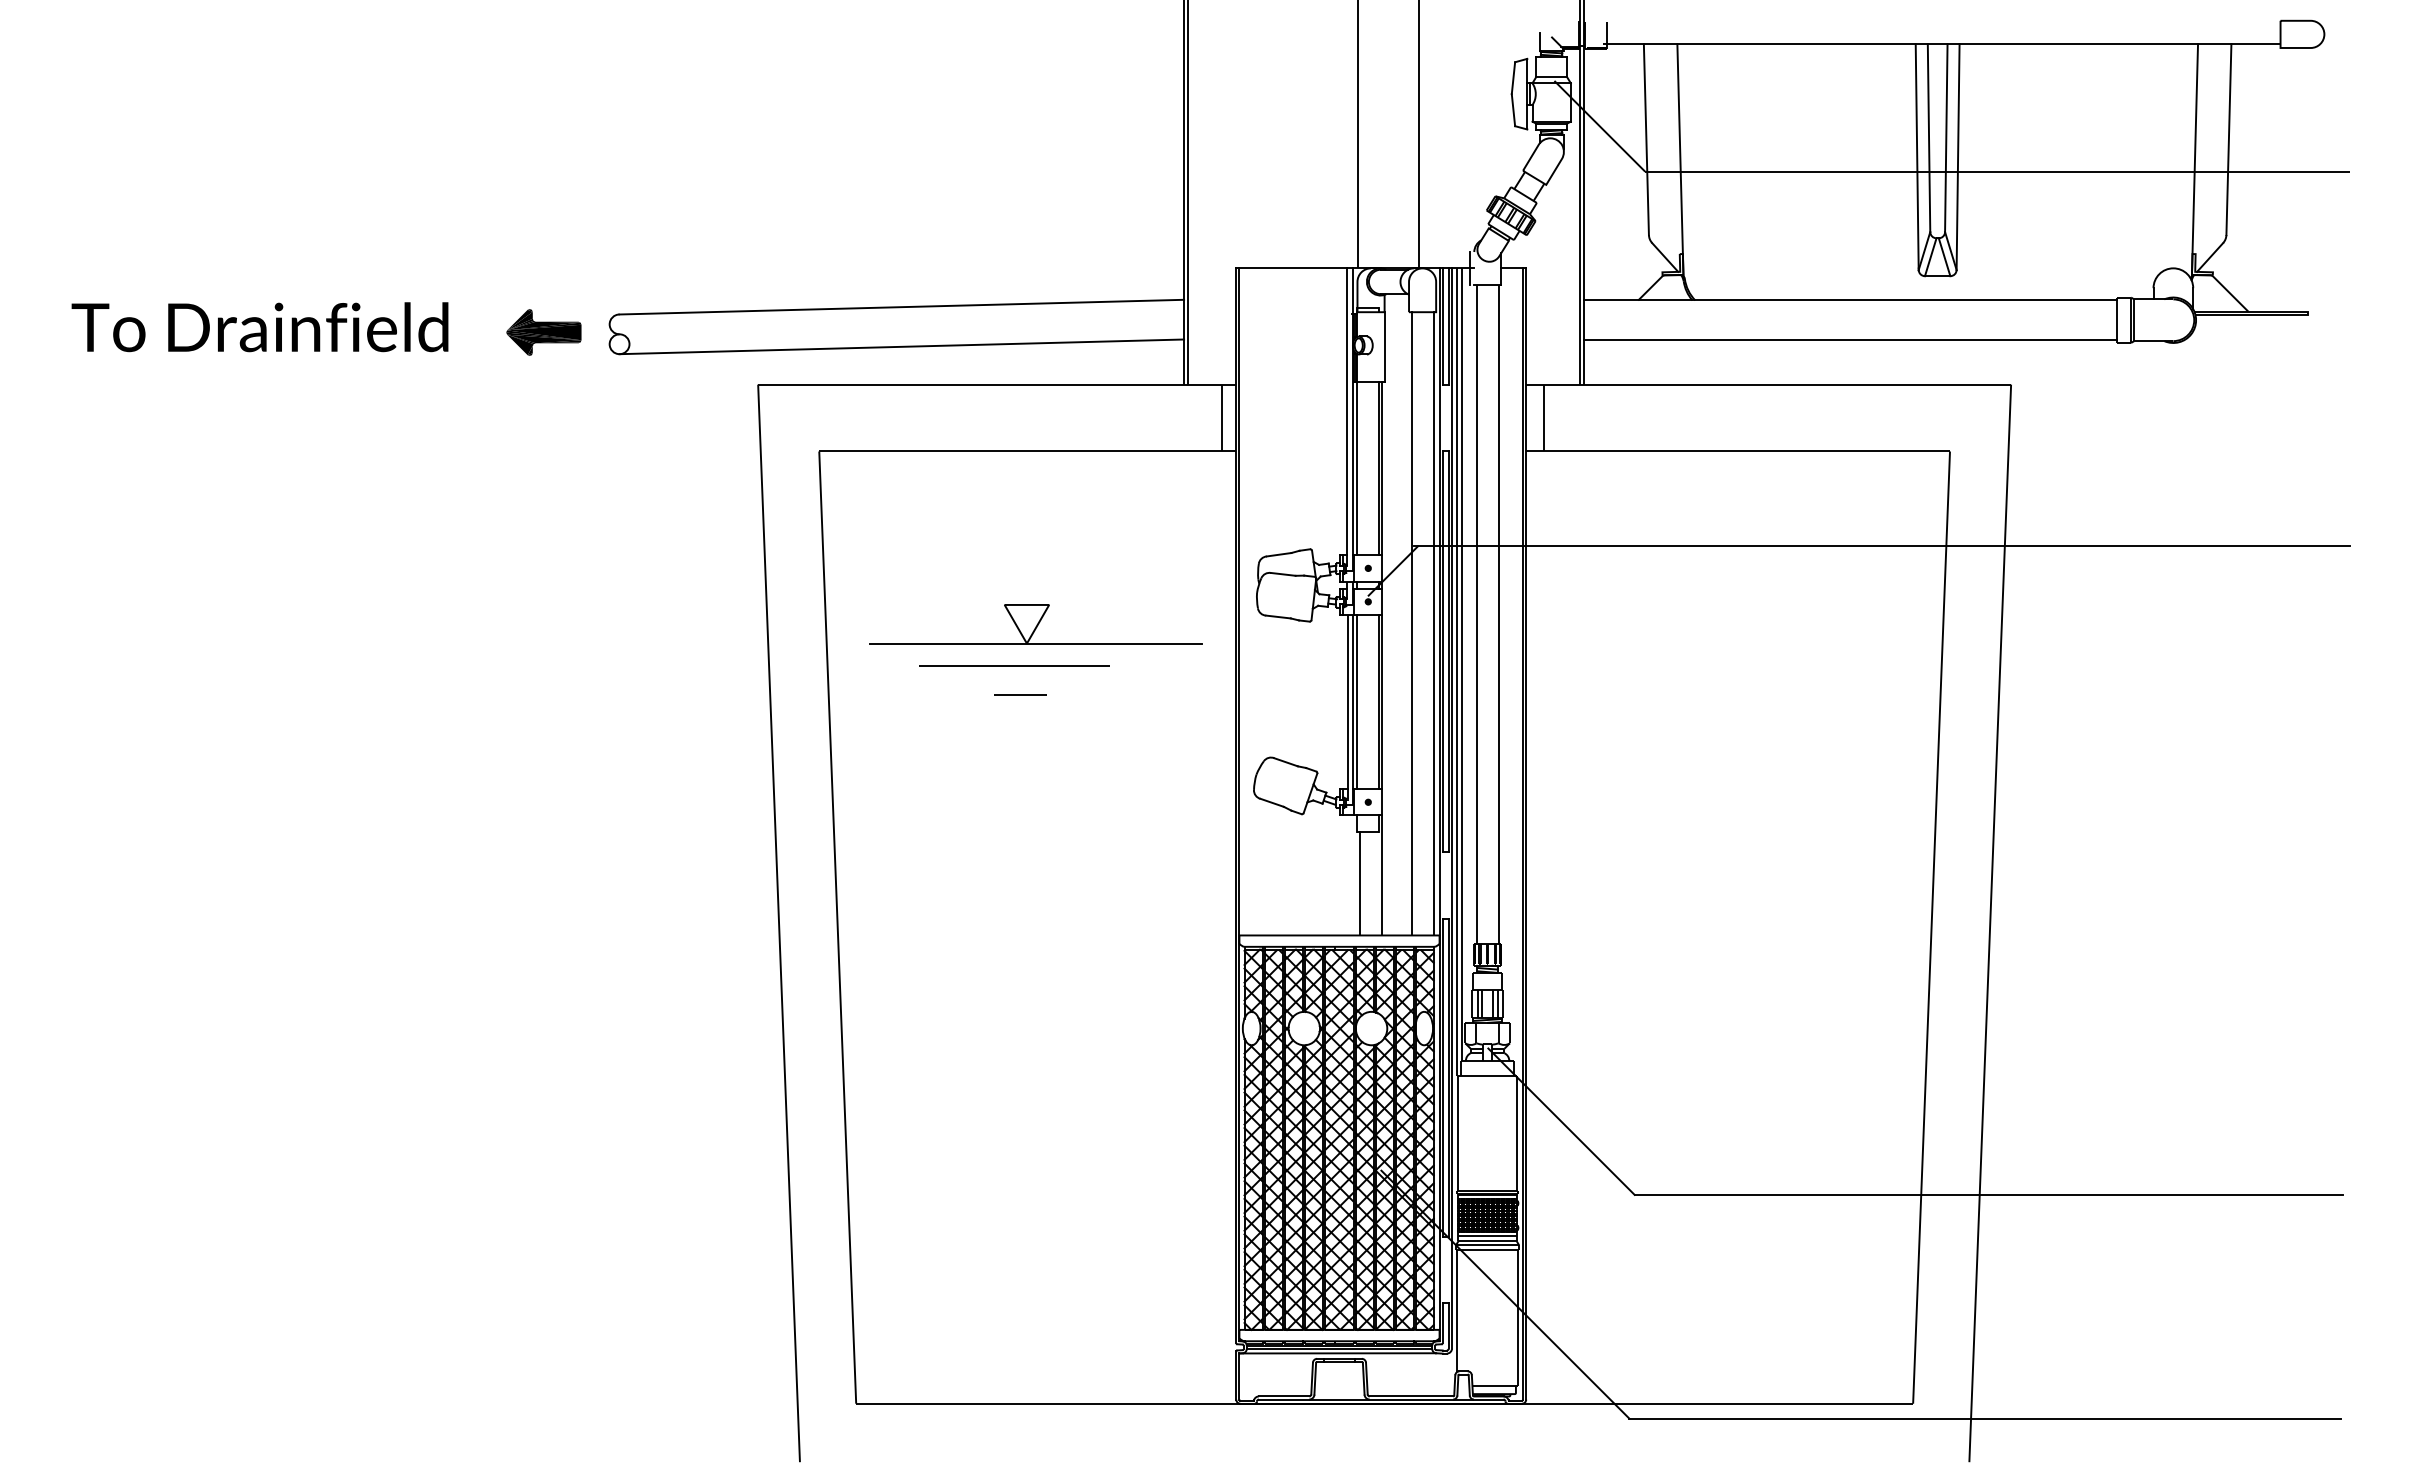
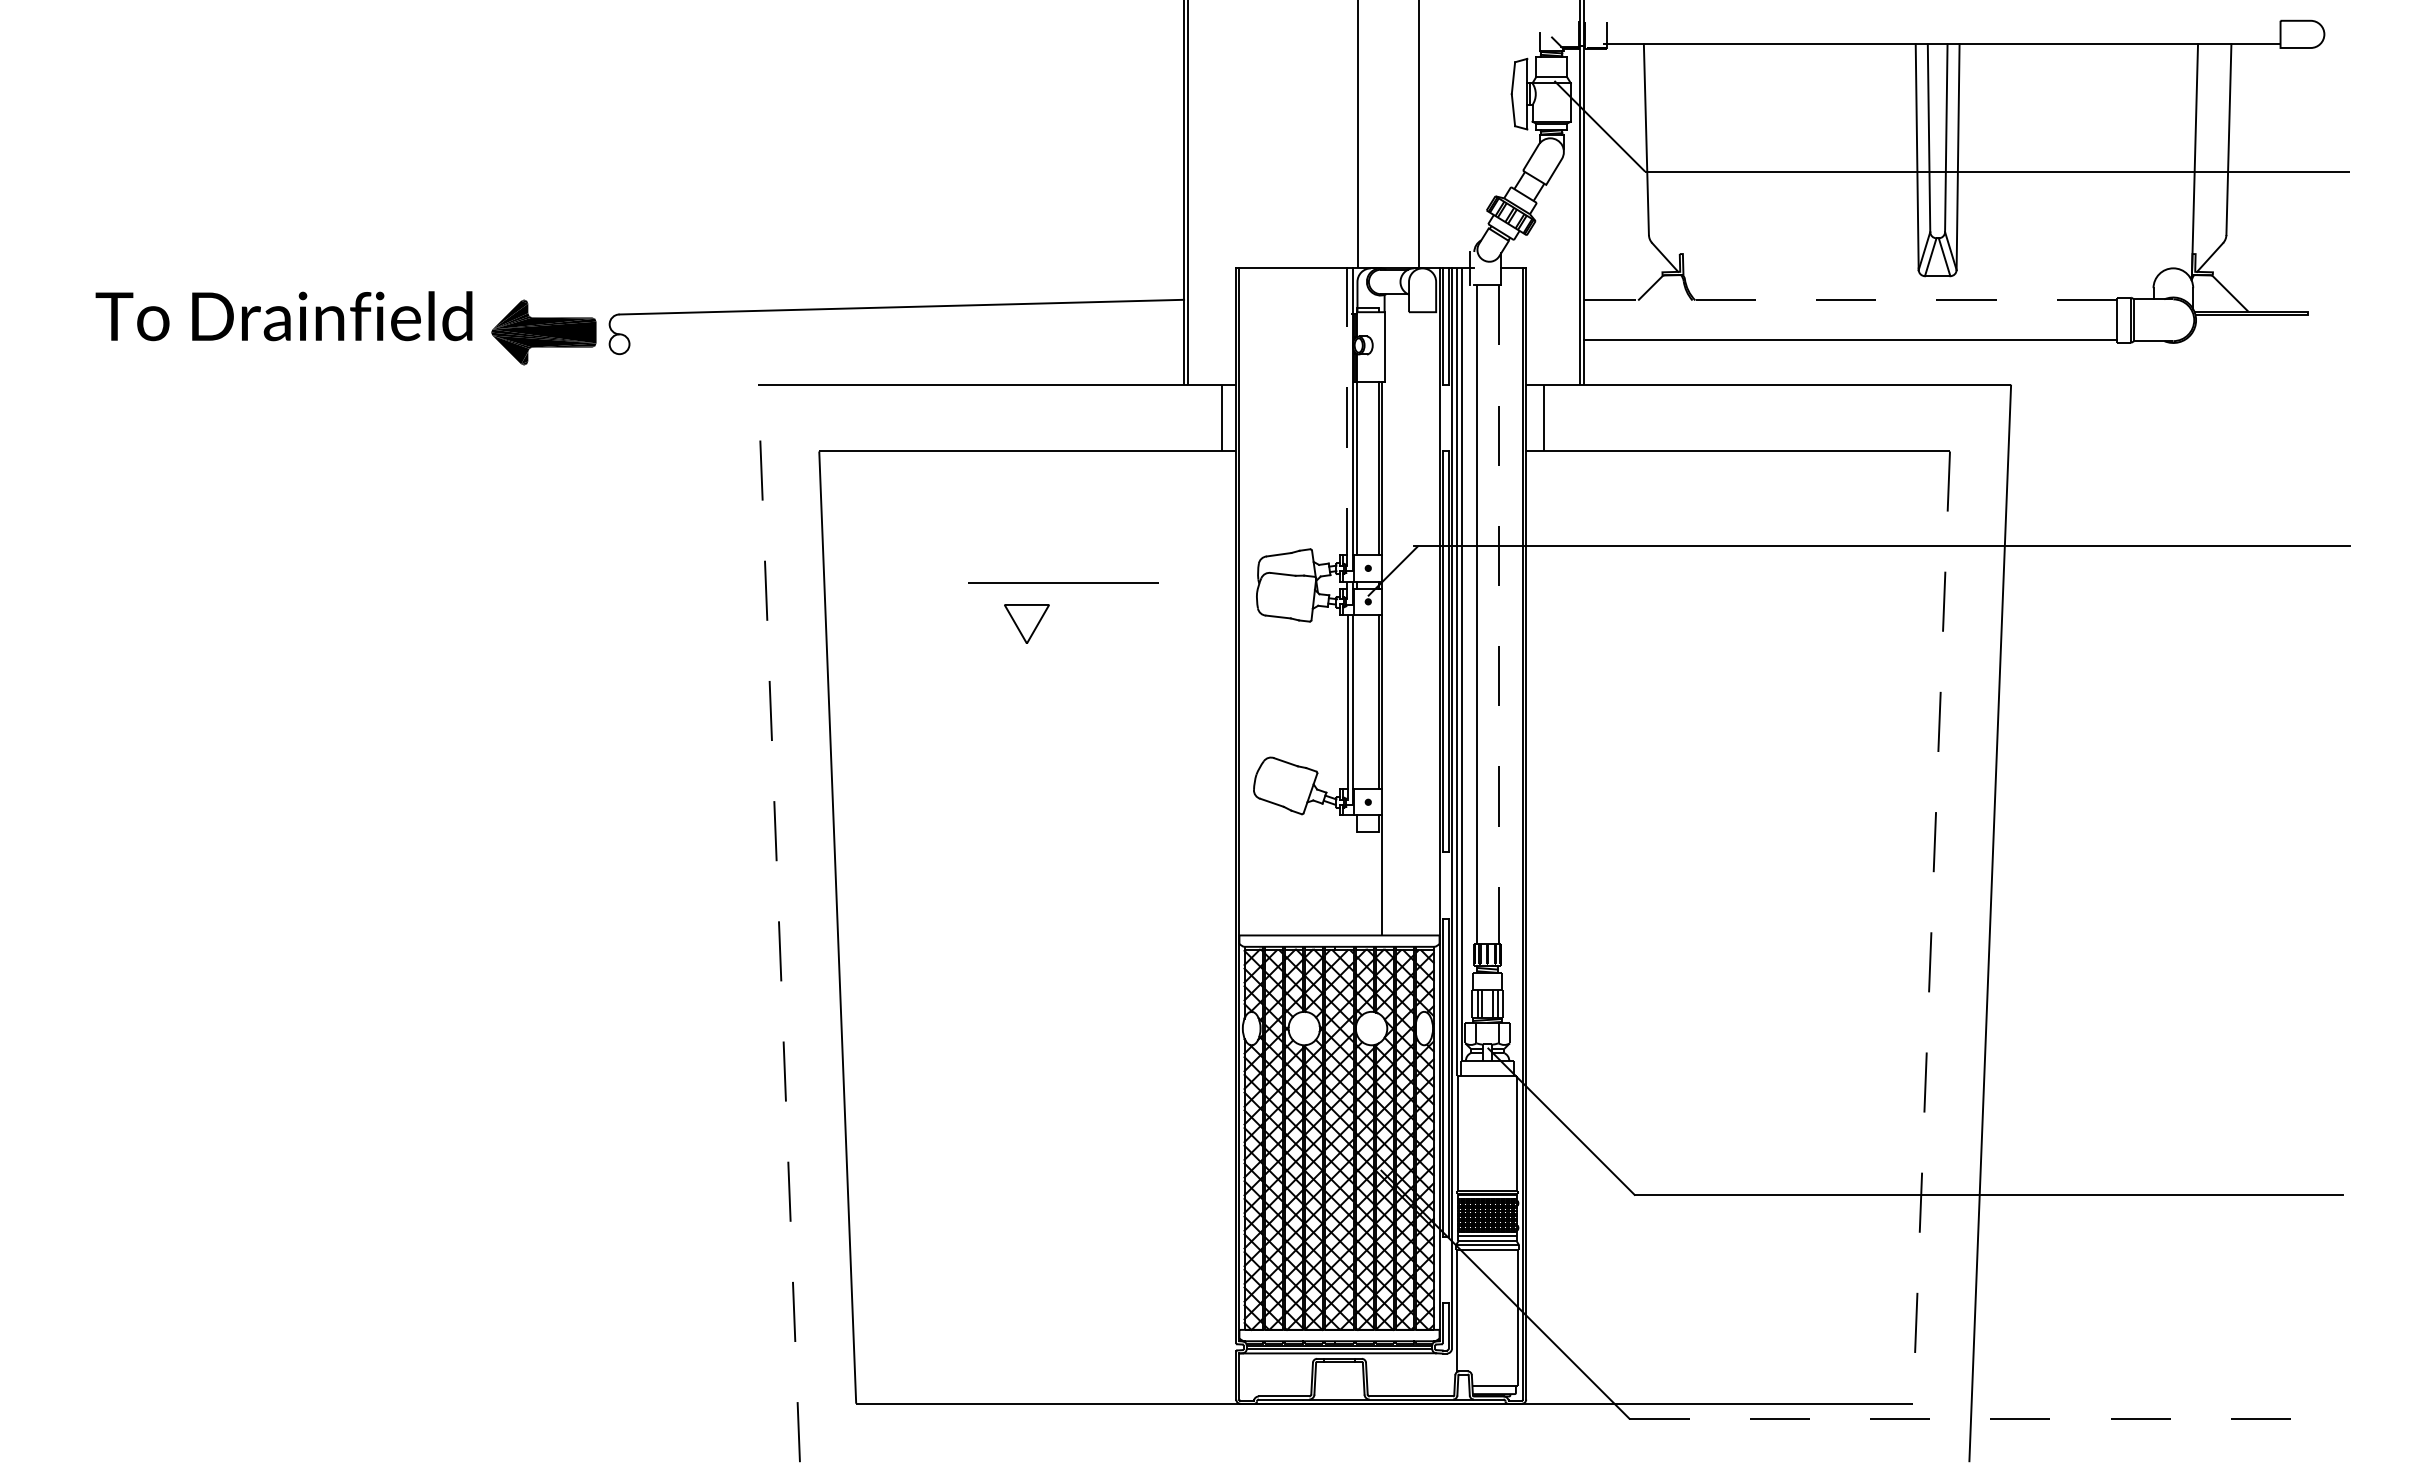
line at (1680, 161): present -> none
line at (1849, 300): solid -> dashed
text at (259, 327) position: (259, 327) -> (283, 316)
part at (543, 332) size: 76x47 px -> 106x67 px
line at (901, 346): present -> none
line at (1347, 416): solid -> dashed
line at (1498, 615): solid -> dashed
line at (1411, 623): present -> none
line at (1433, 623): present -> none
line at (1035, 643): present -> none
line at (1014, 665) position: (1014, 665) -> (1063, 582)
line at (1020, 694): present -> none
line at (1357, 701): present -> none
line at (1360, 883): present -> none
line at (779, 922): solid -> dashed
line at (1931, 928): solid -> dashed
line at (1985, 1418): solid -> dashed
